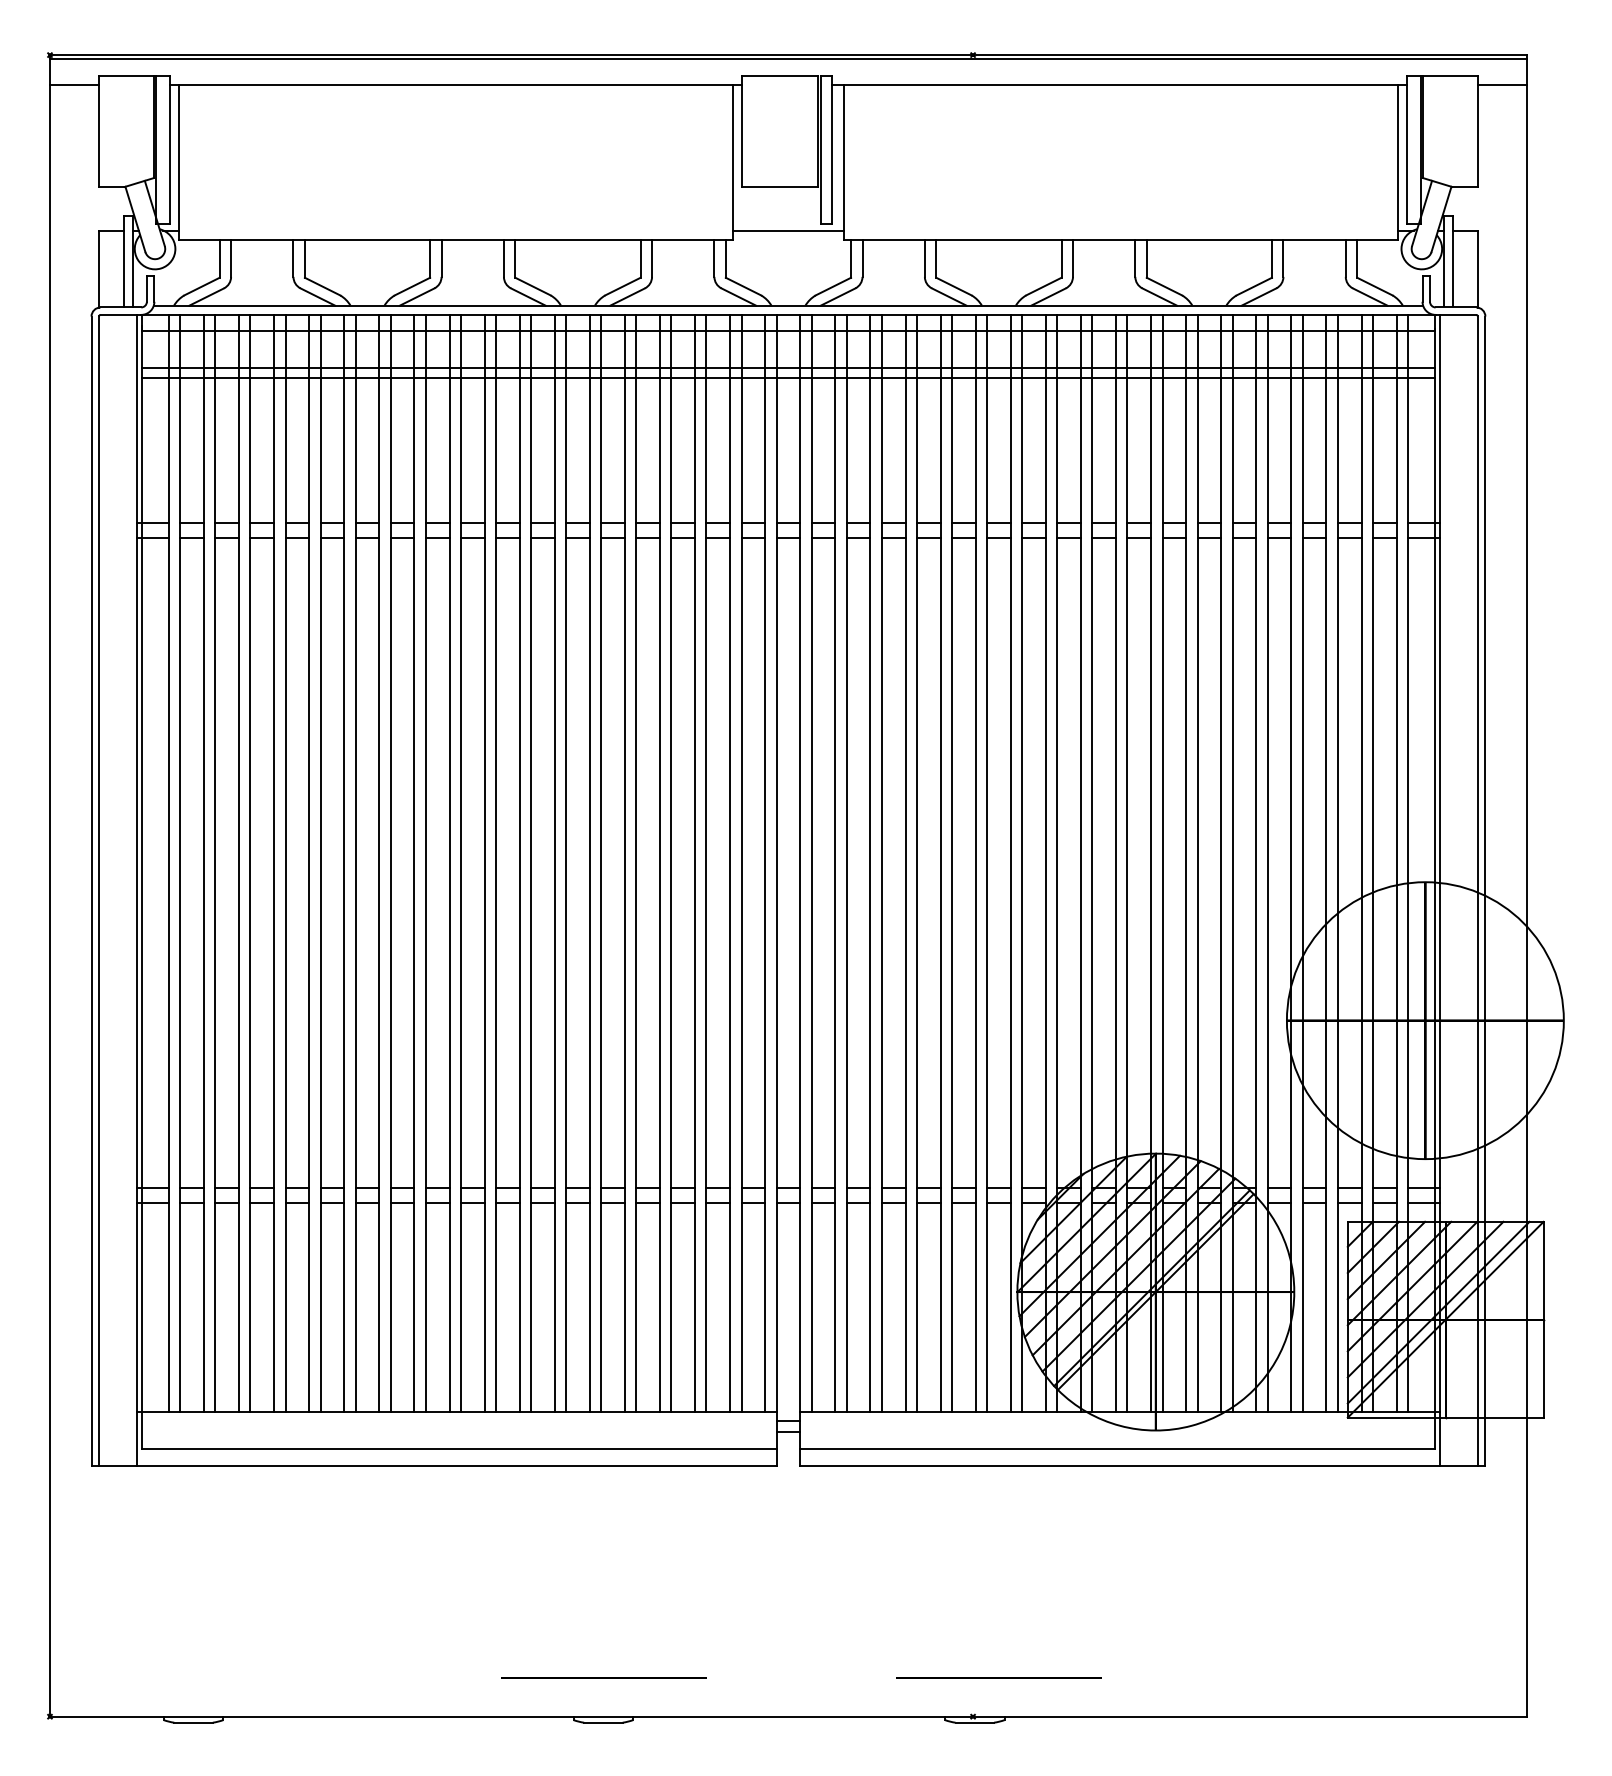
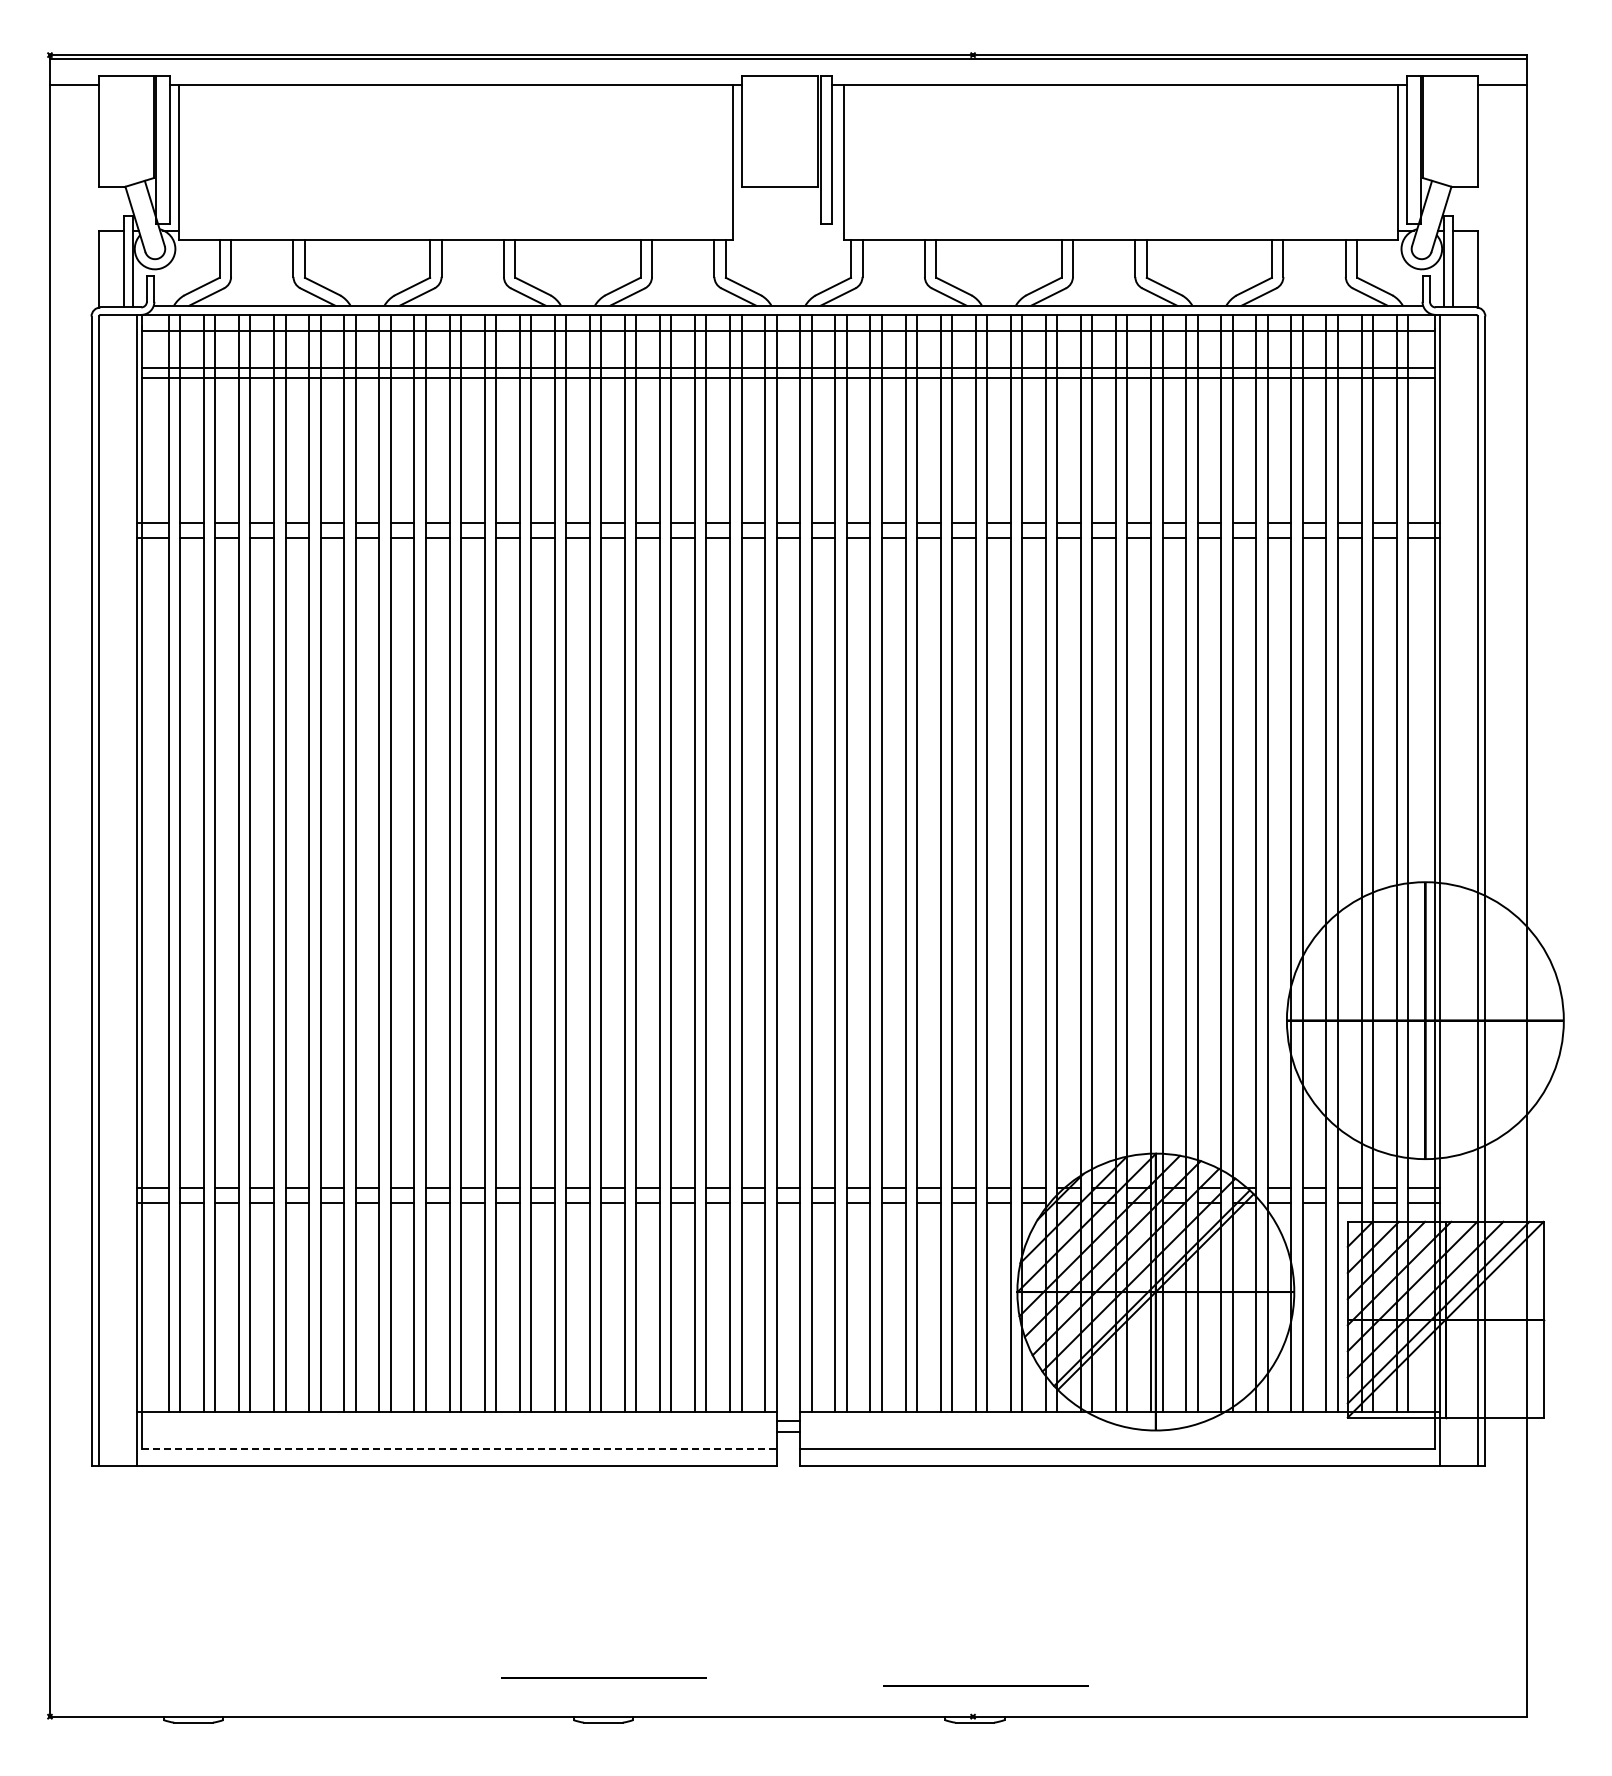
line at (788, 230): present -> none
line at (459, 1449): solid -> dashed
line at (998, 1677) position: (998, 1677) -> (985, 1685)
